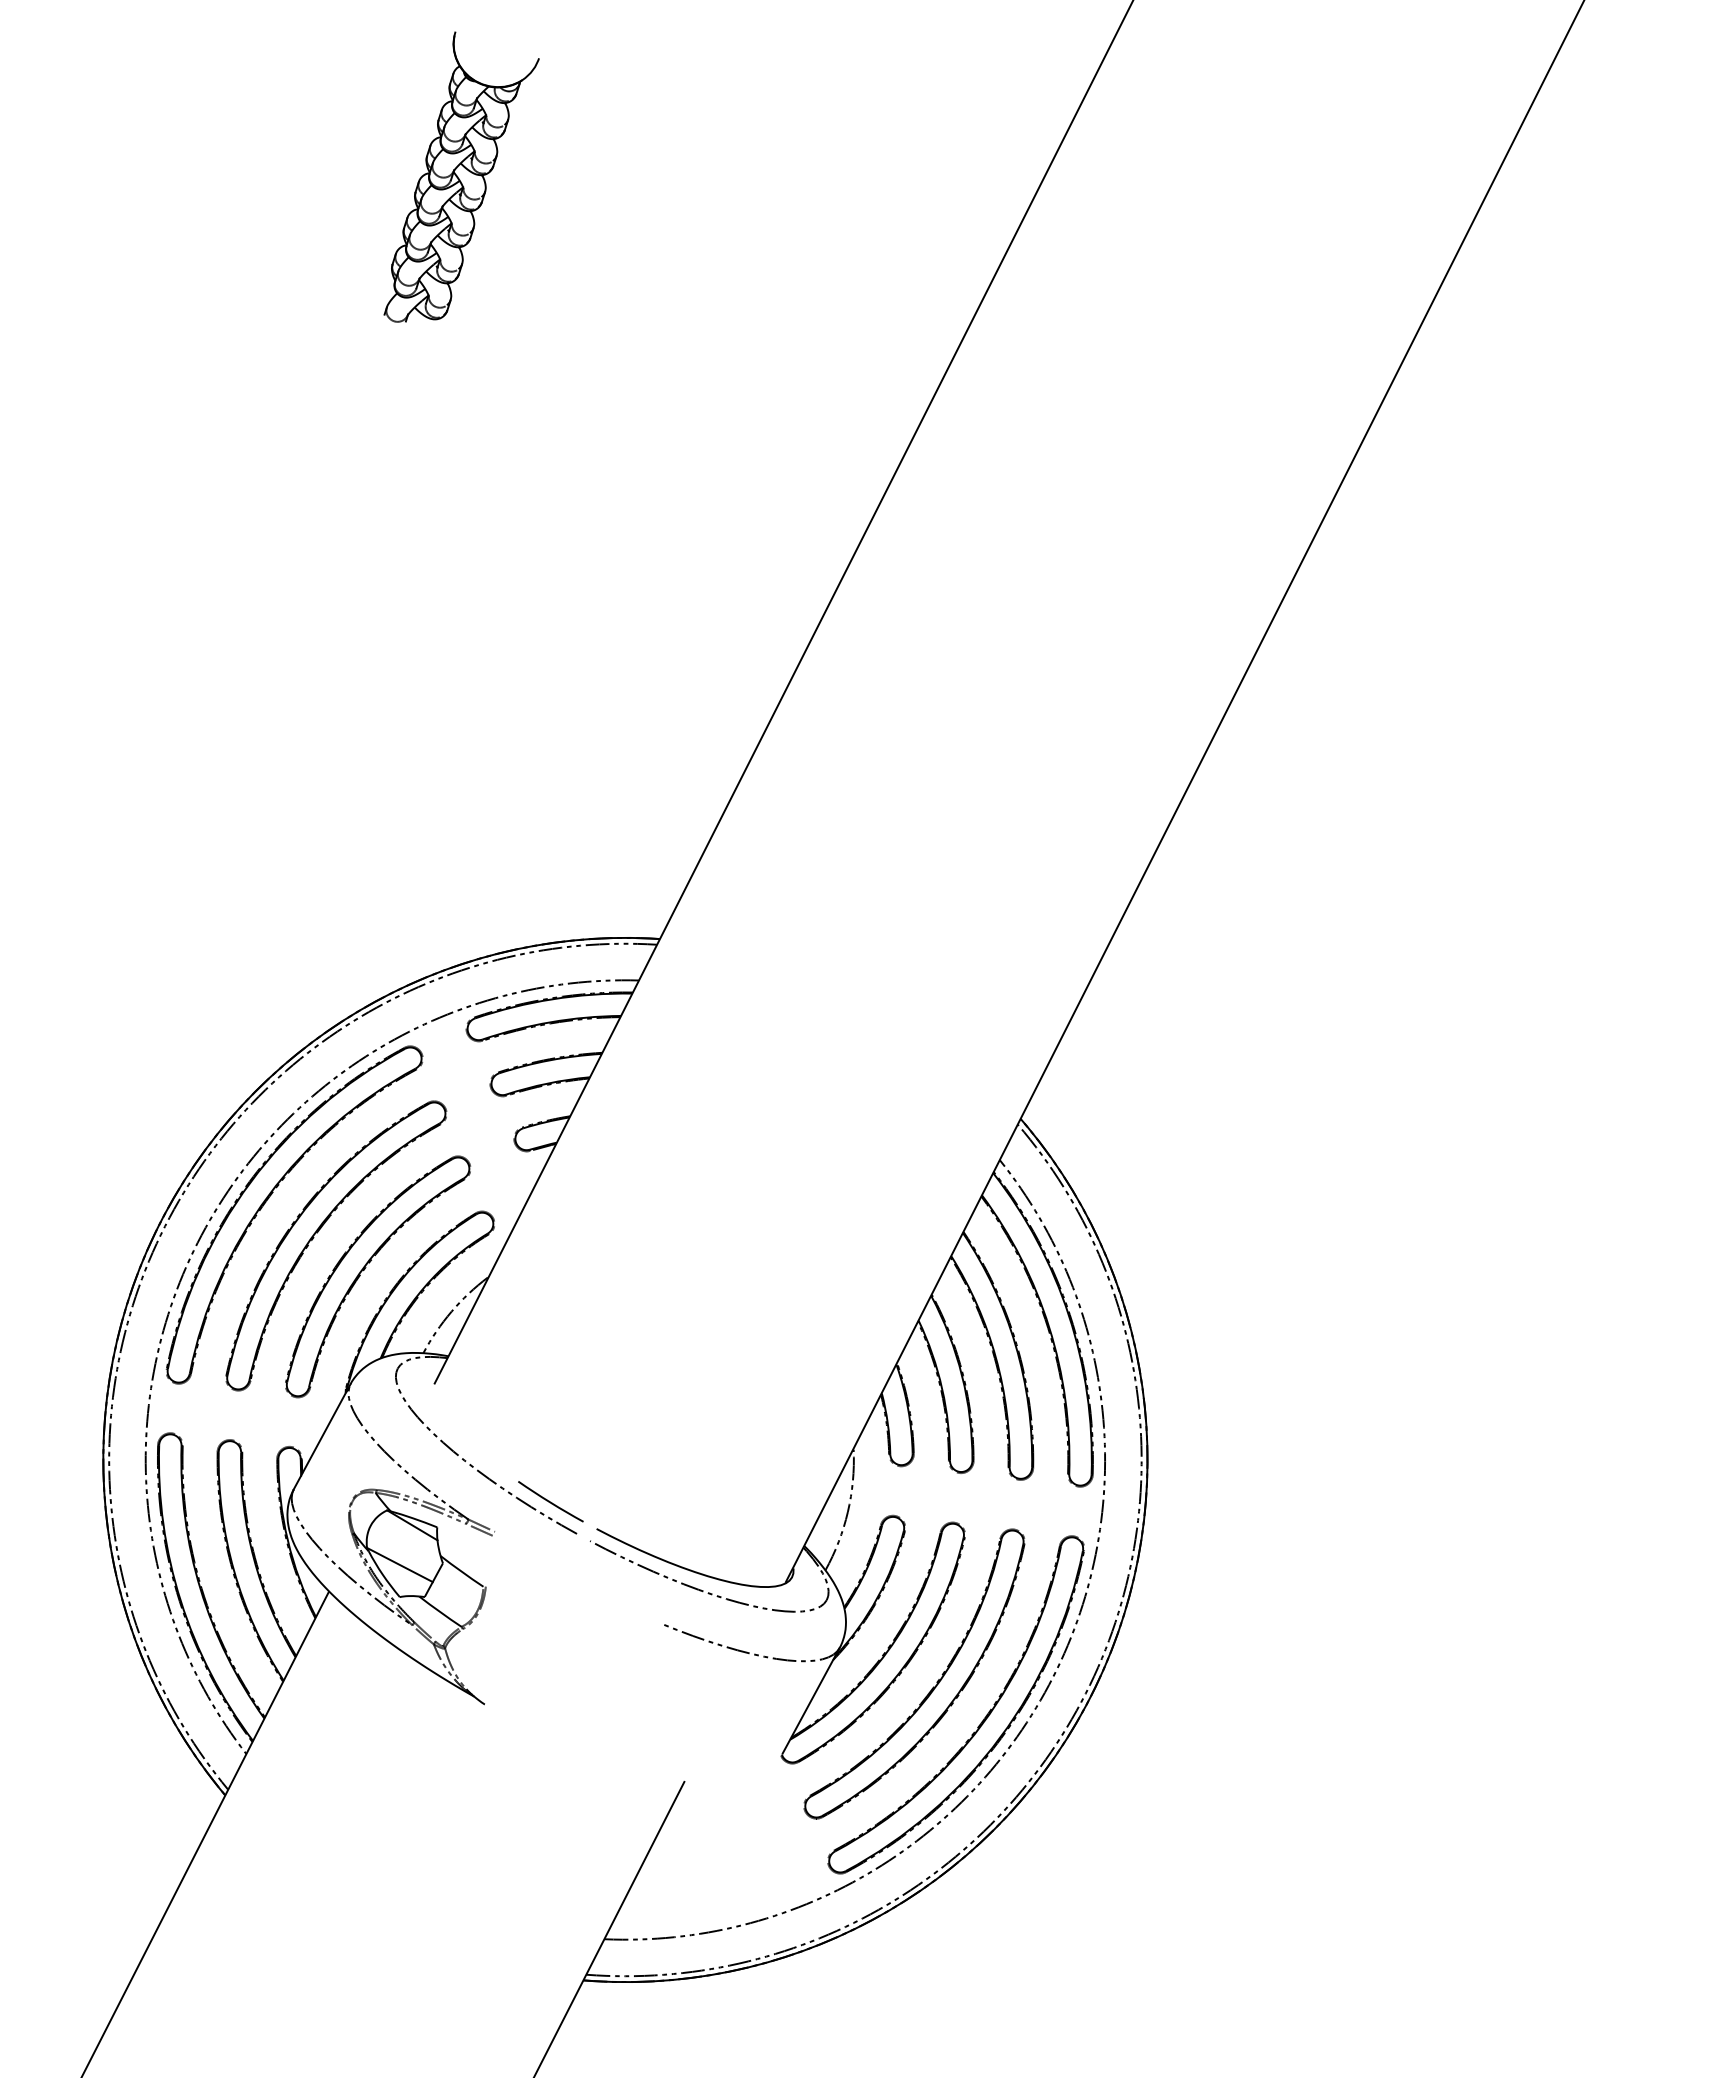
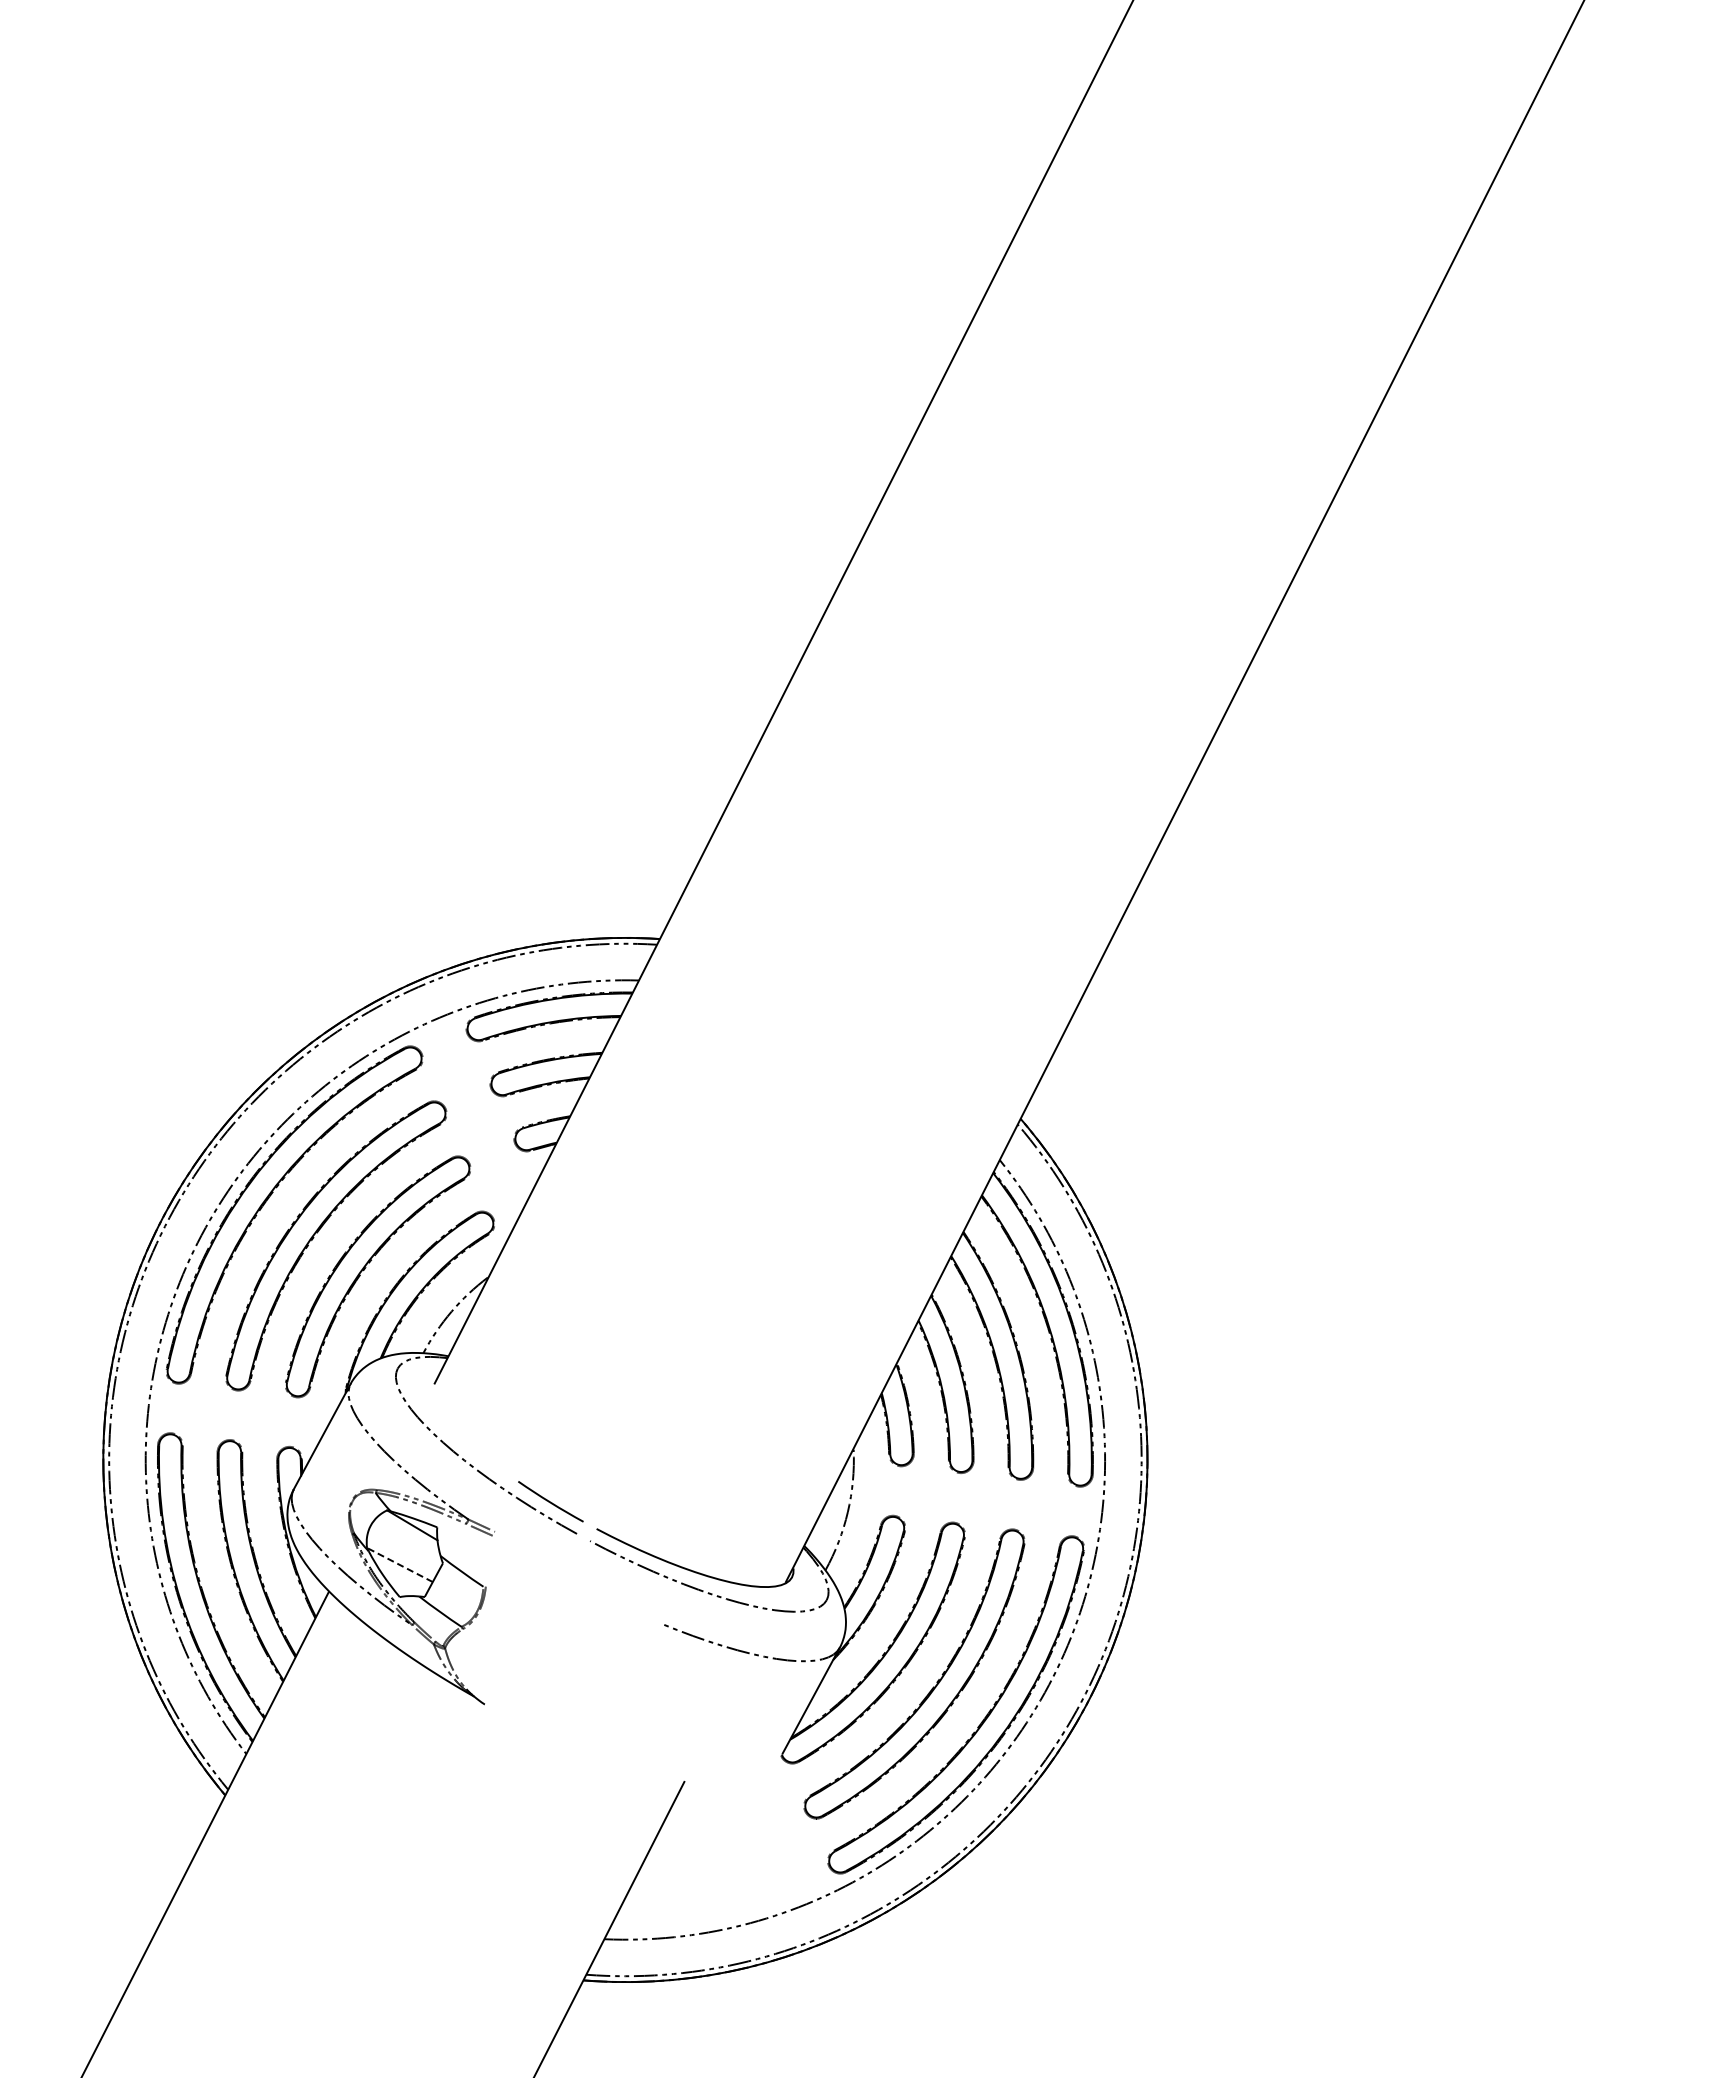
part at (461, 176): present -> none
line at (399, 1564): solid -> dashed
